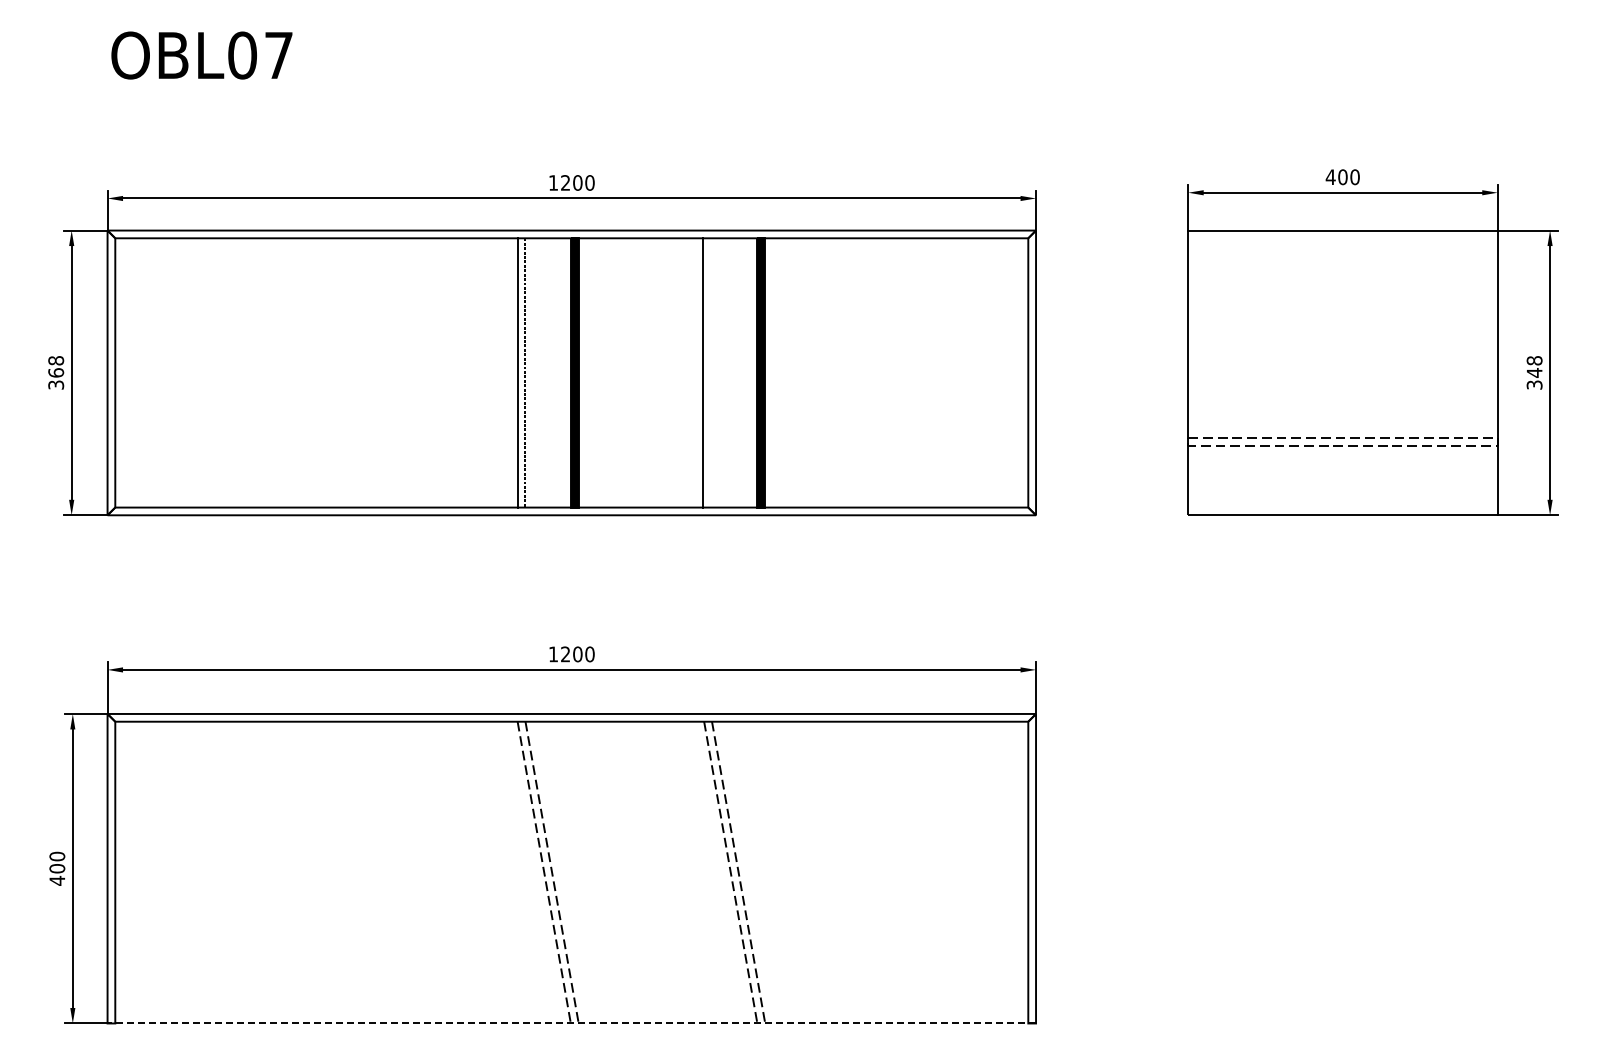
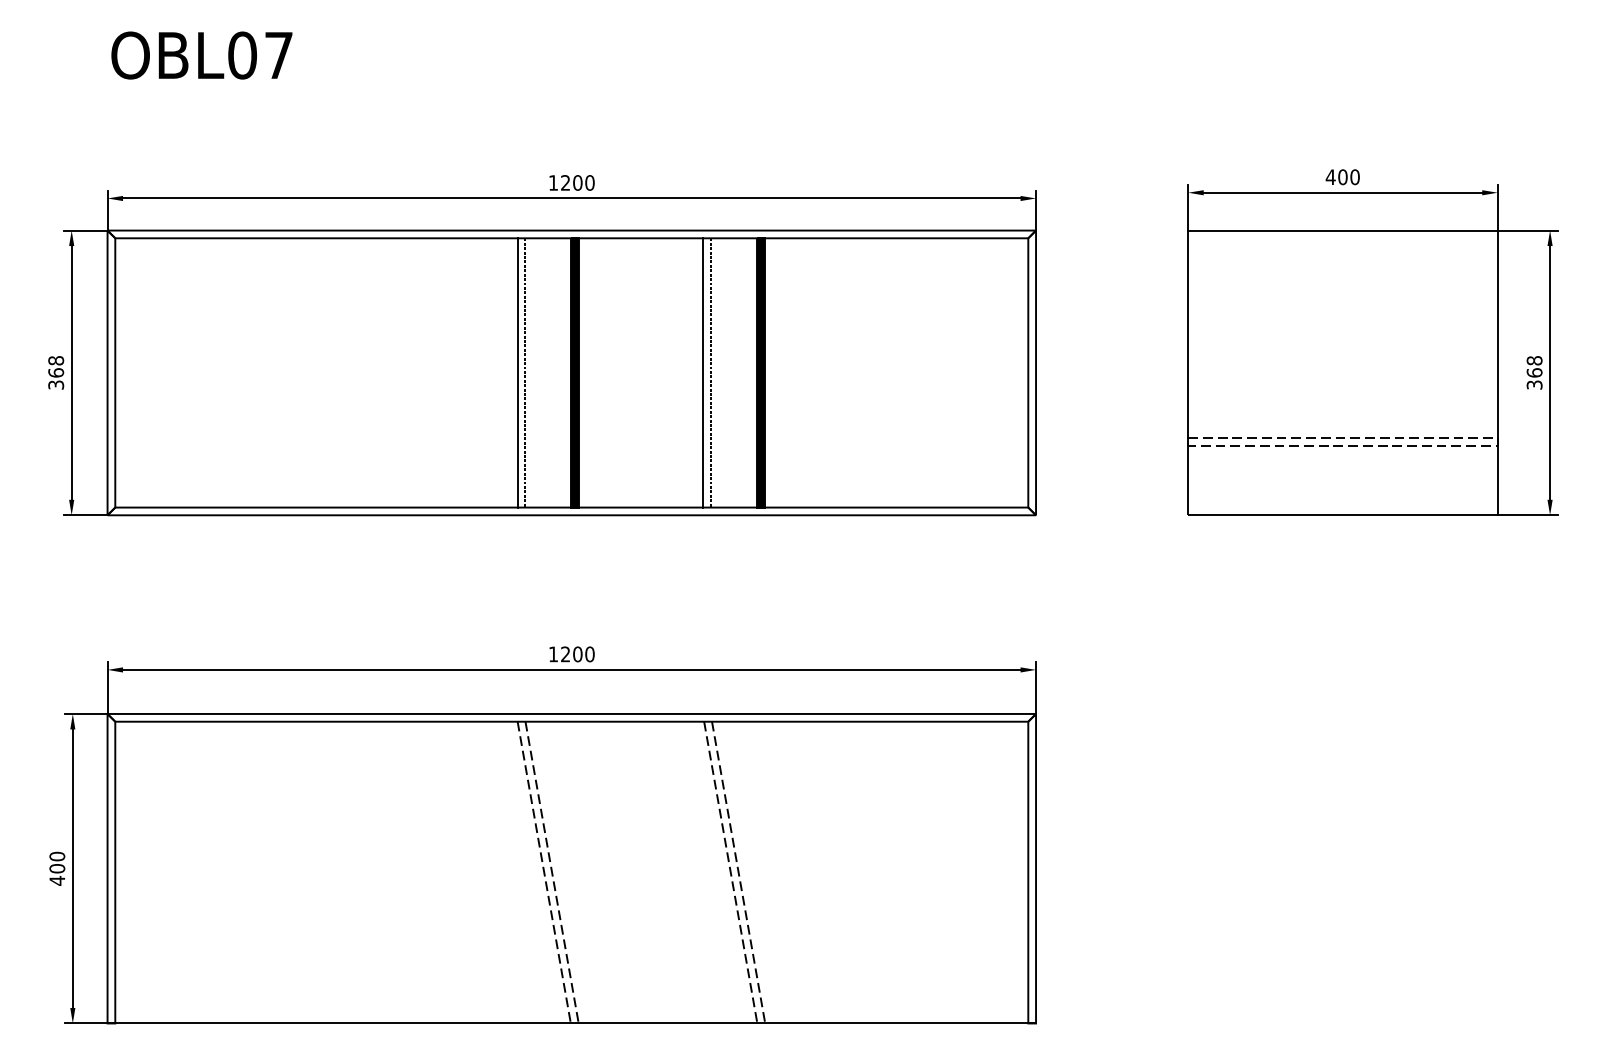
line at (711, 372): none -> present
text at (1534, 372): 348 -> 368
line at (571, 1023): dashed -> solid
